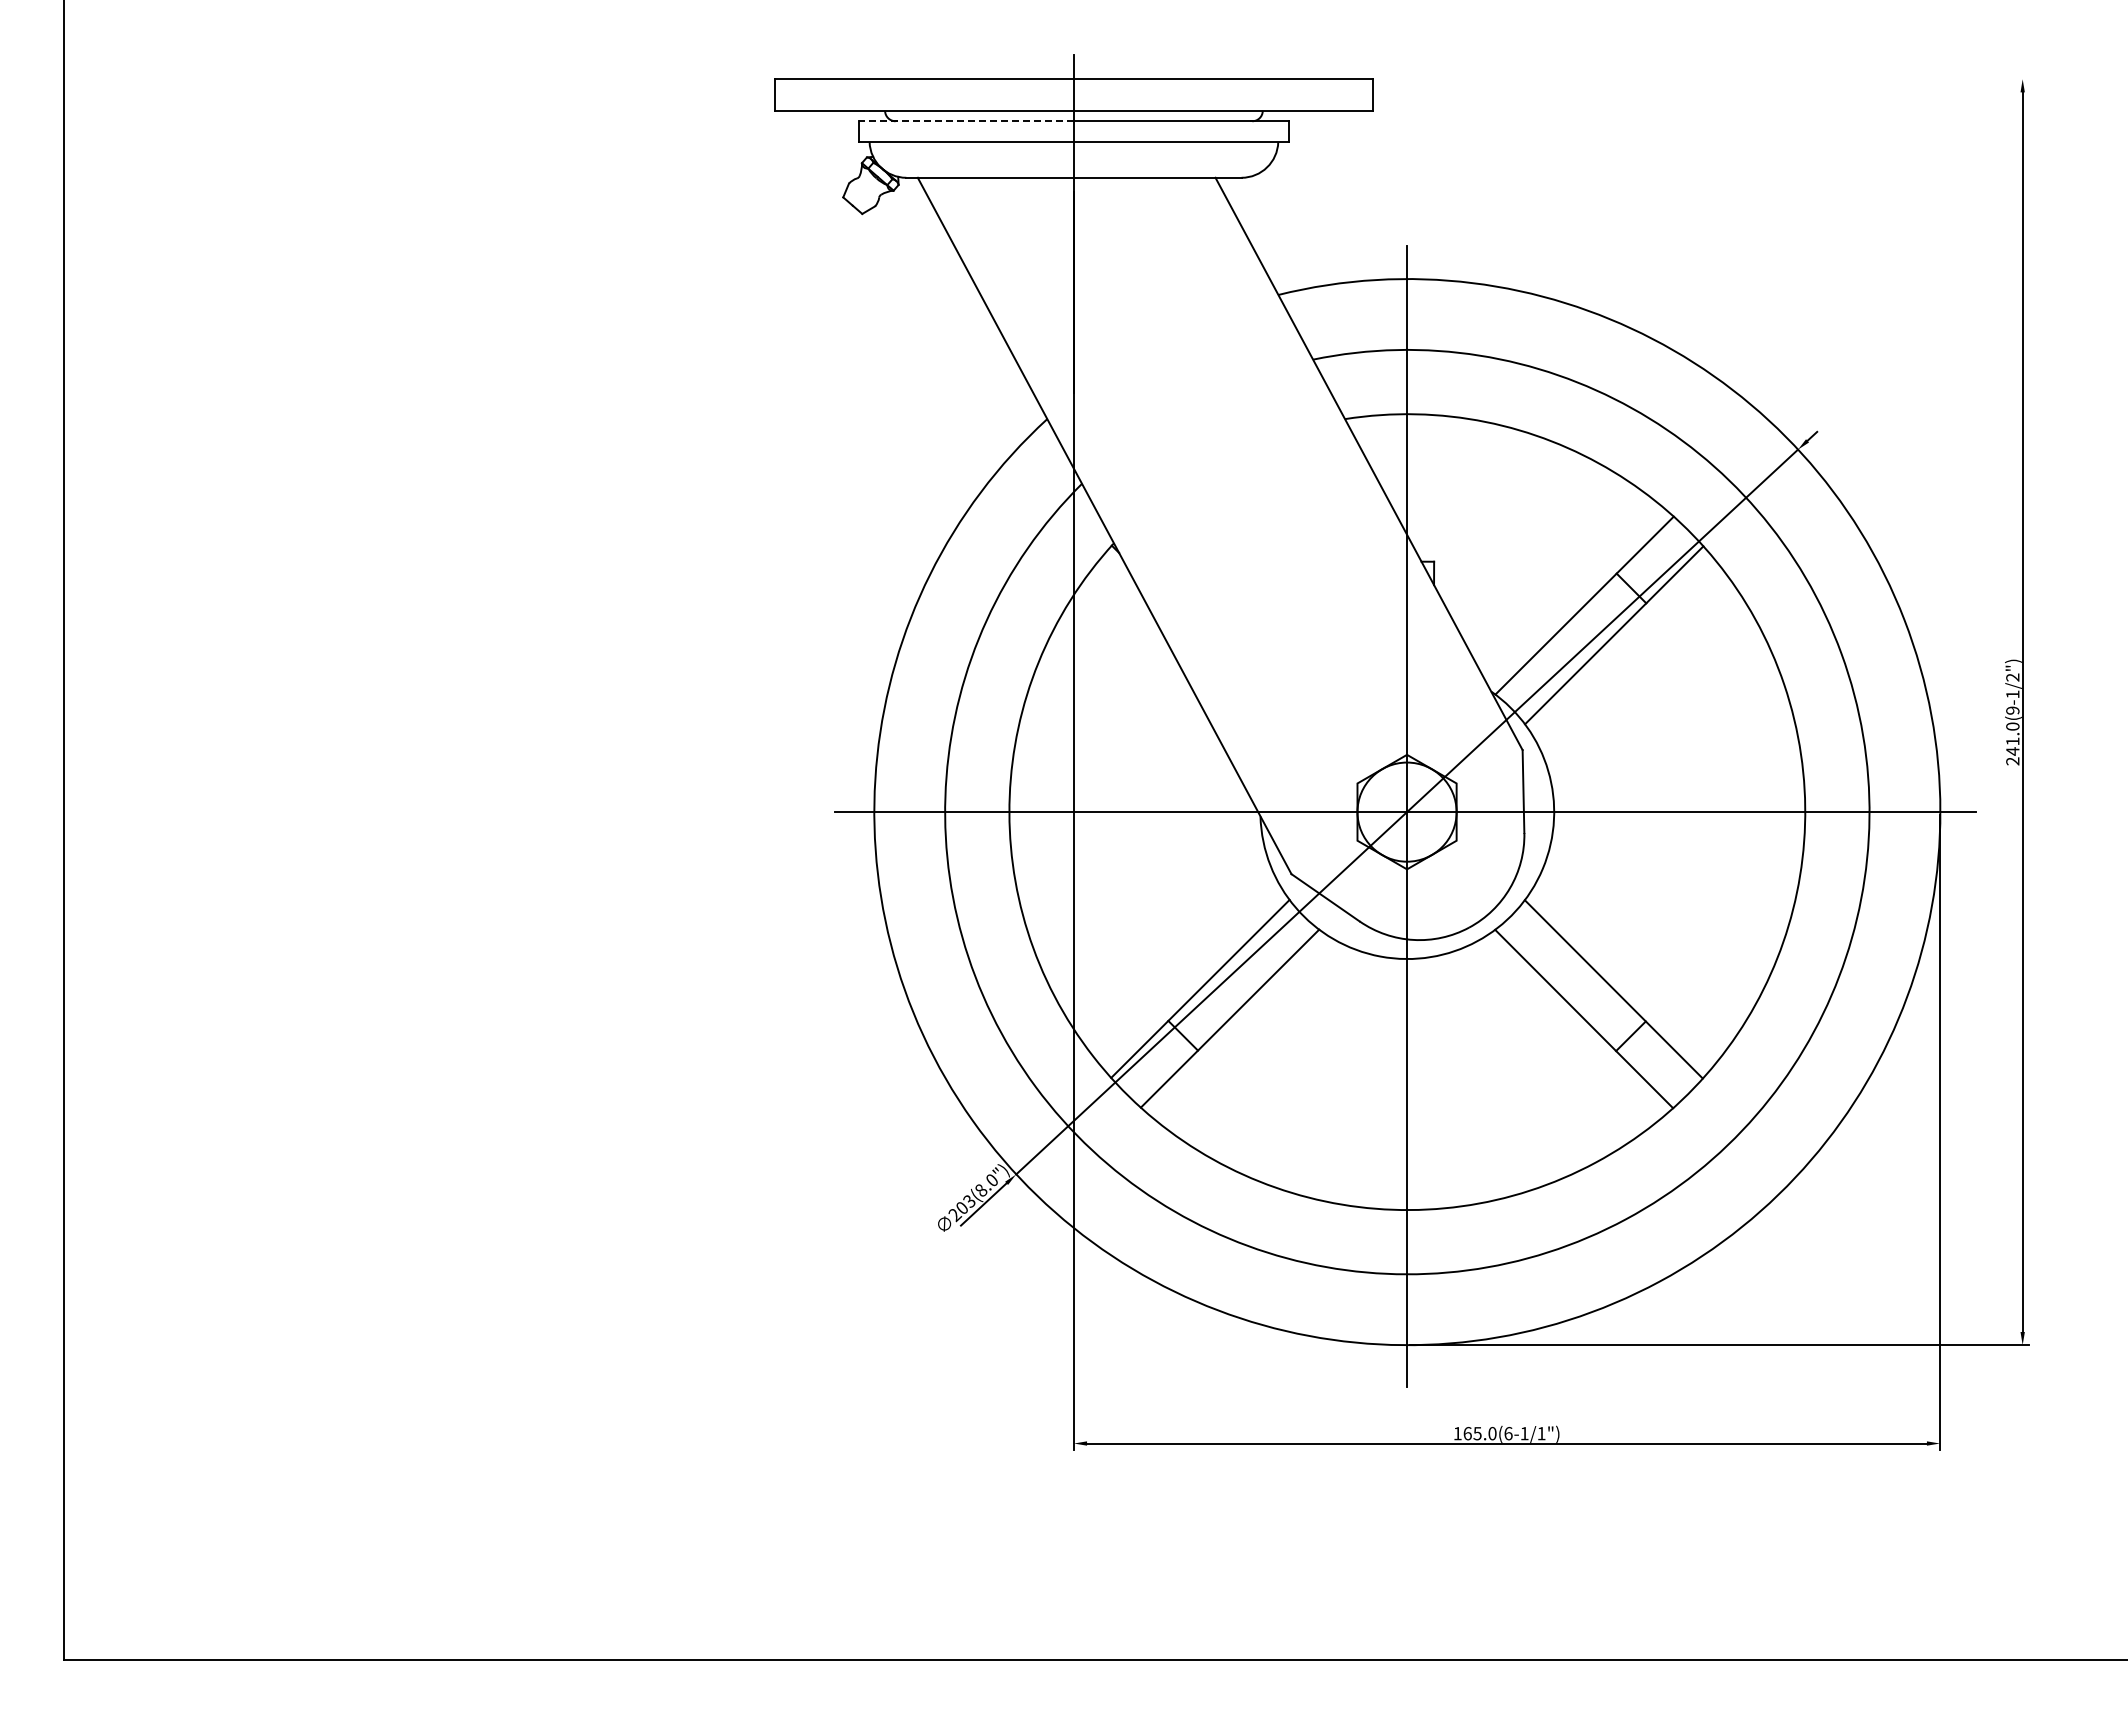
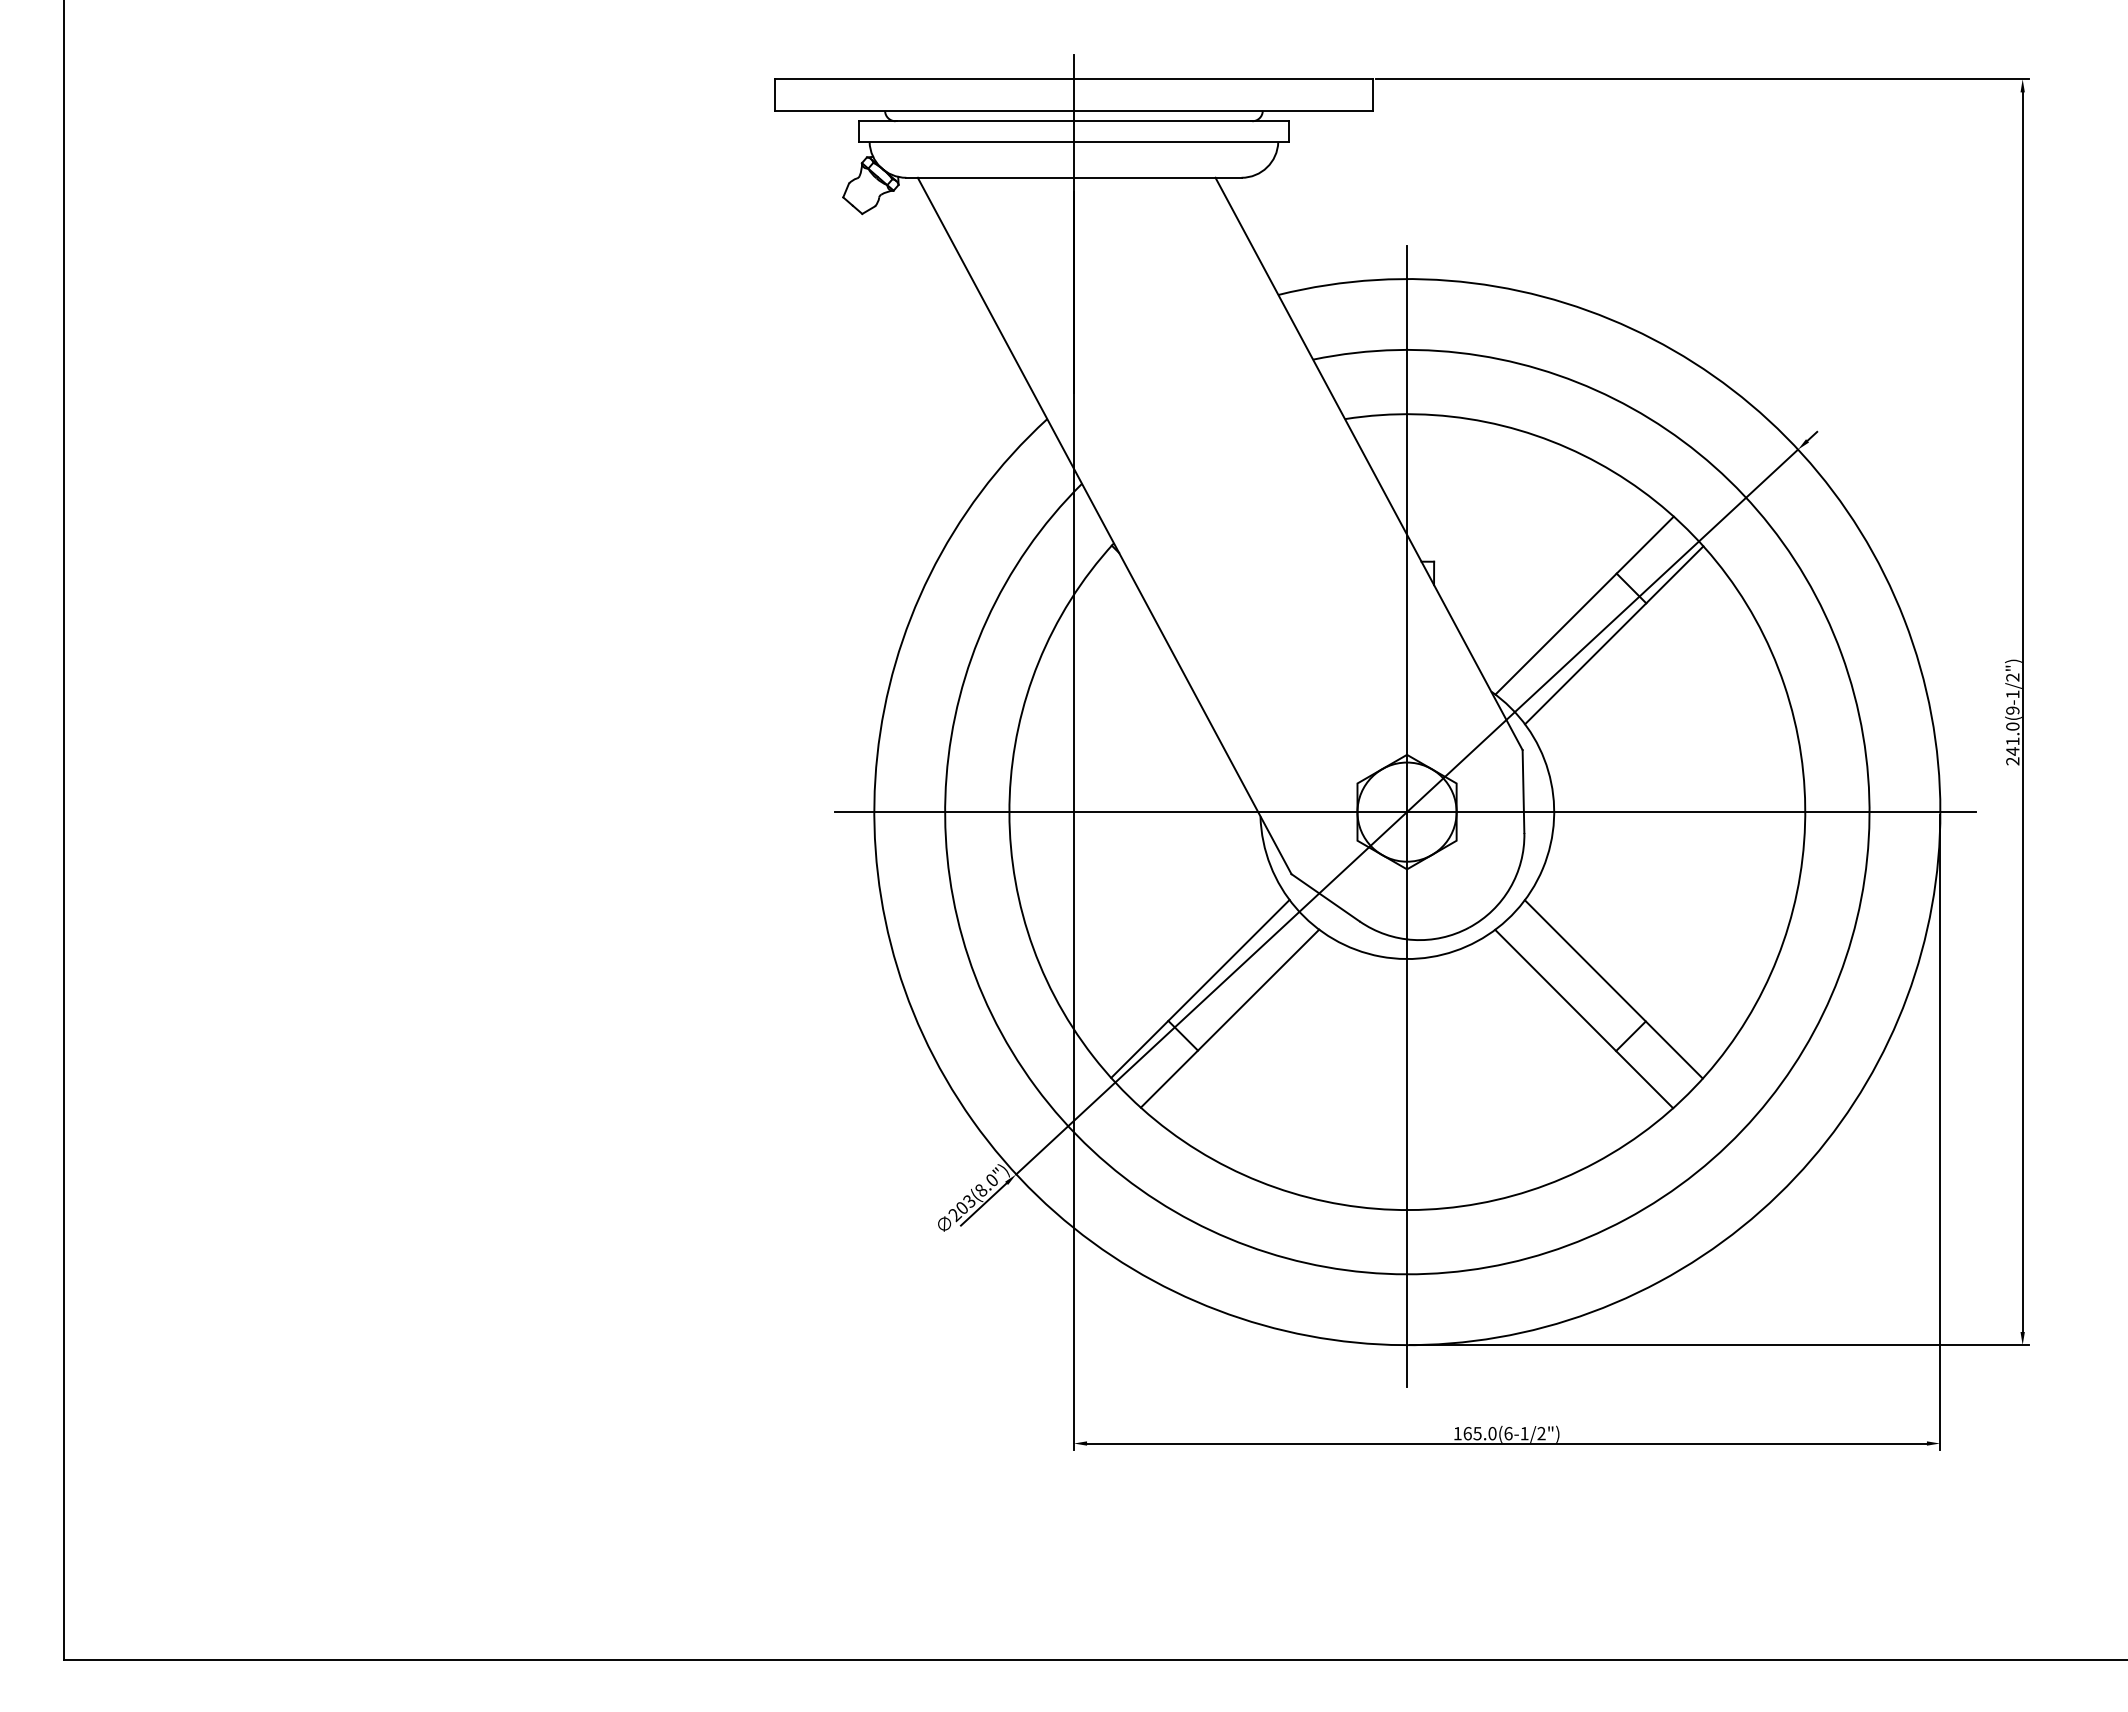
line at (1702, 79): none -> present
line at (966, 121): dashed -> solid
text at (1541, 1433): 165.0(6-1/1") -> 165.0(6-1/2")
